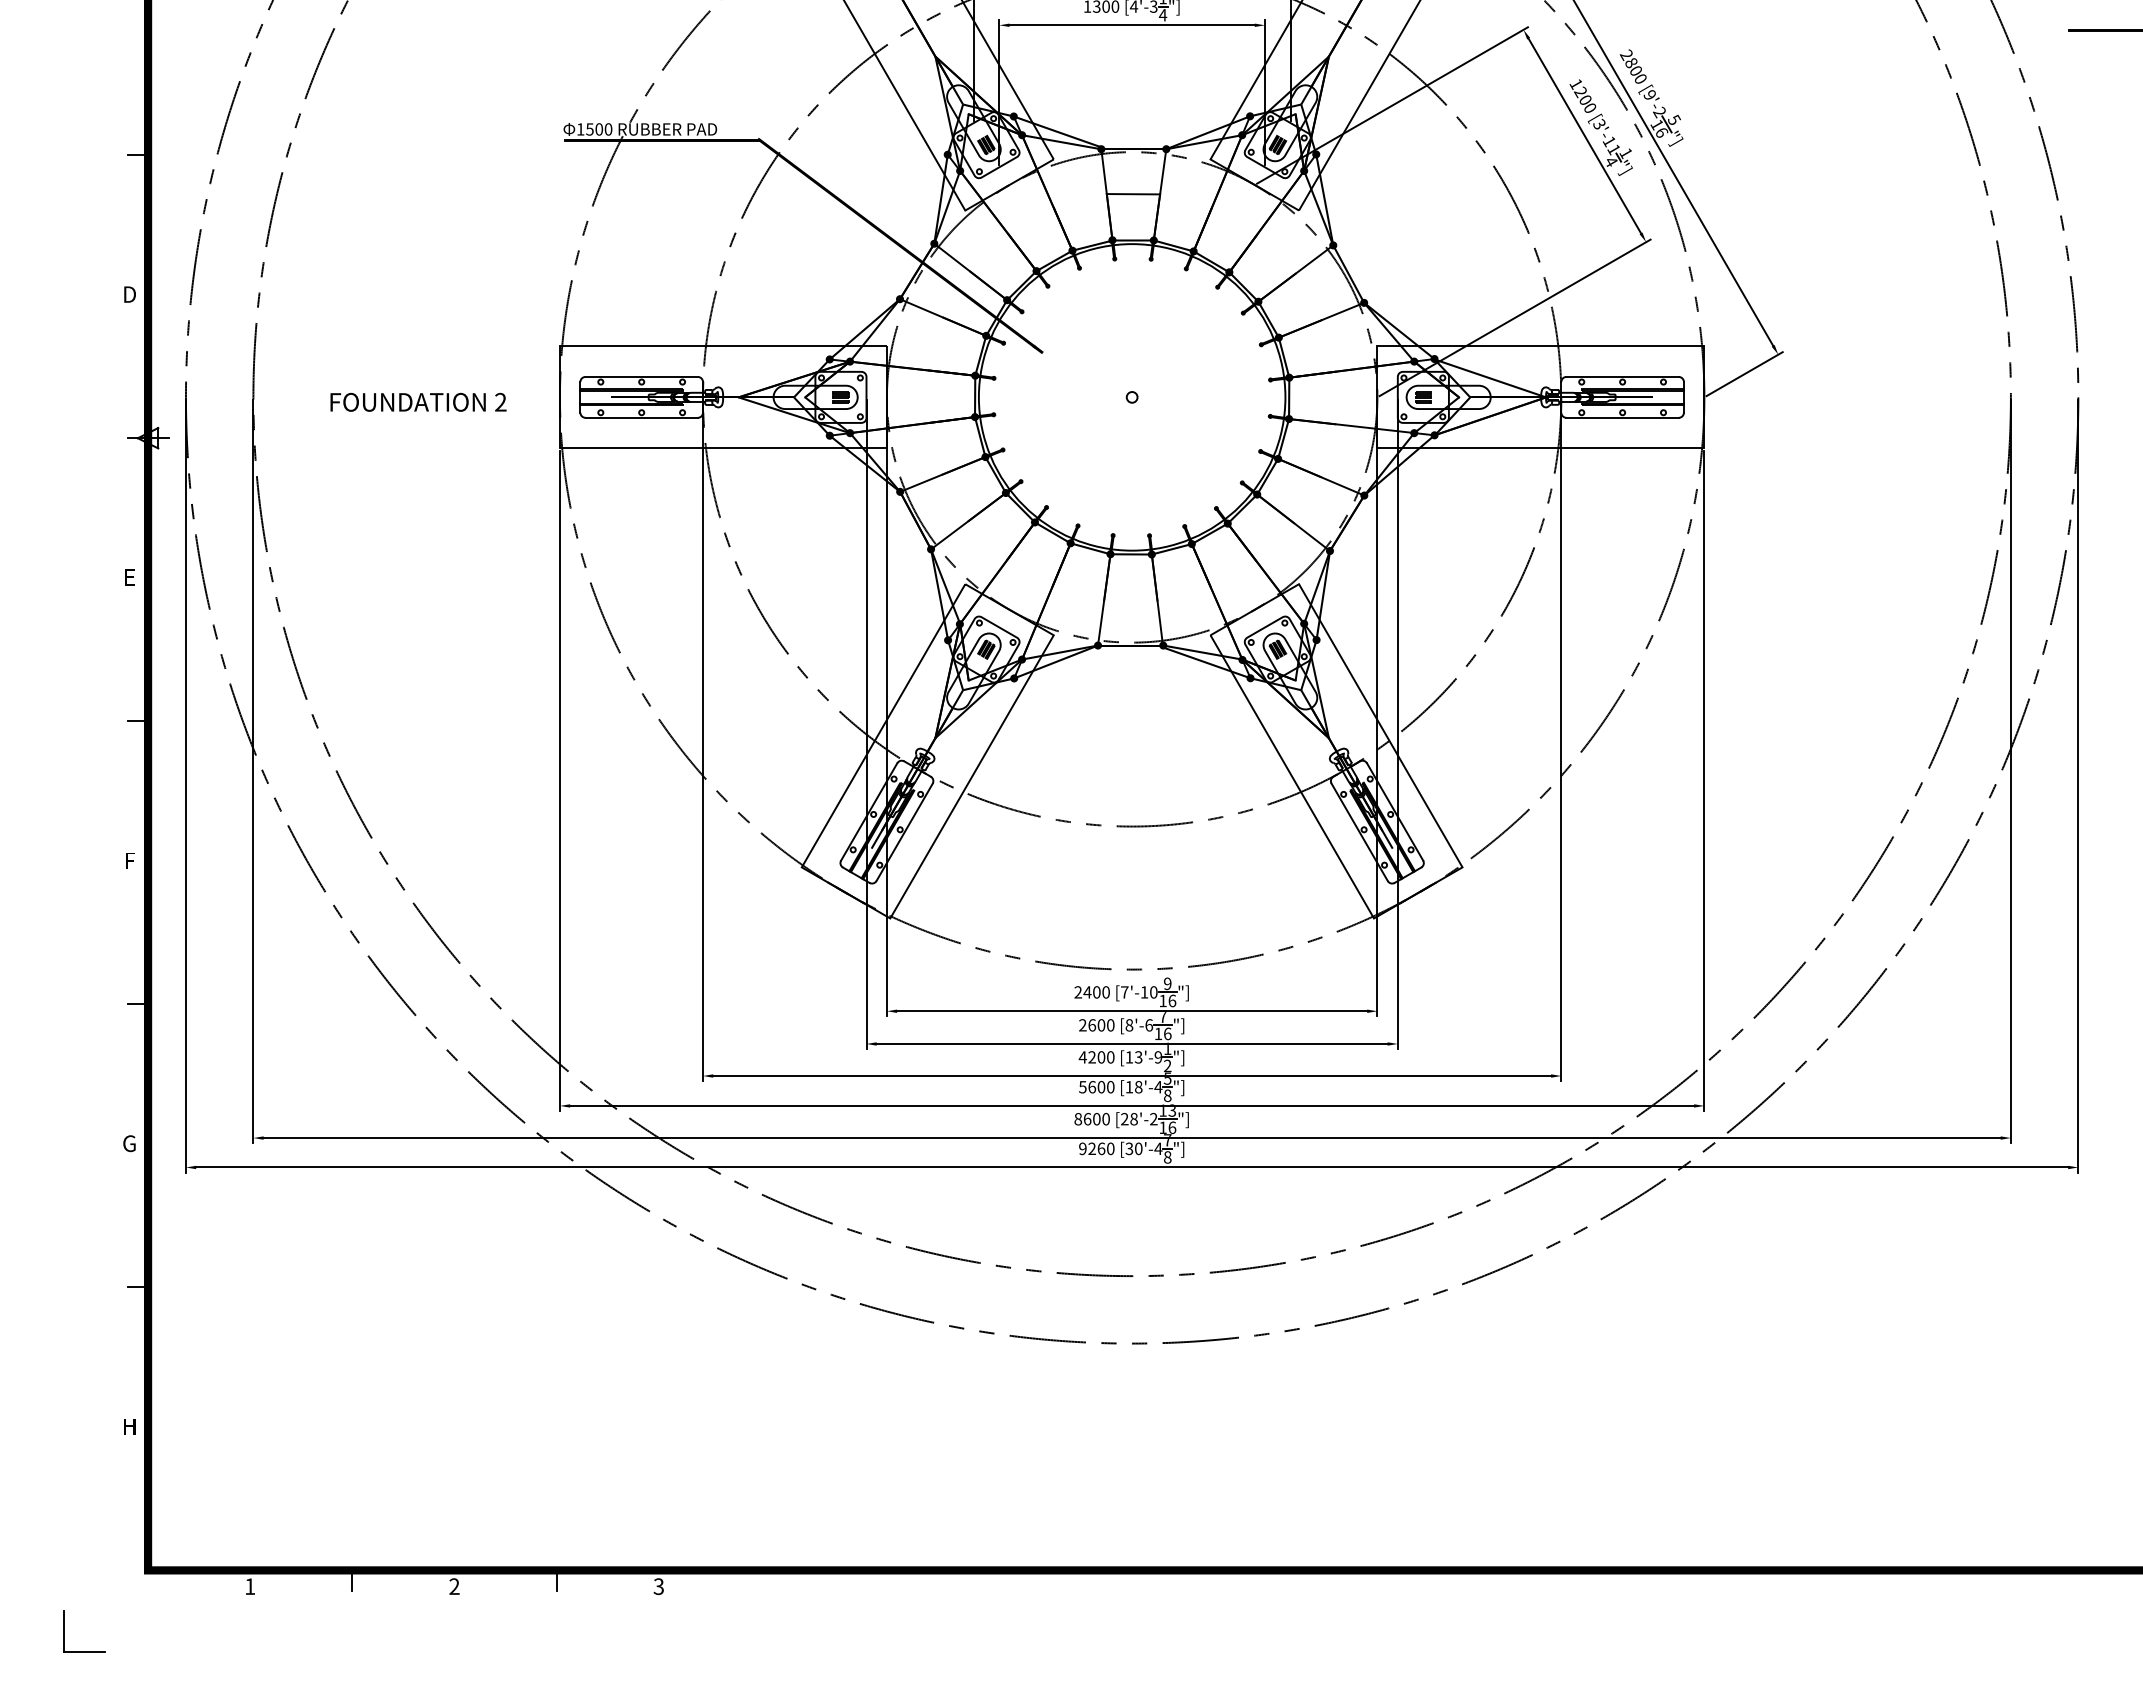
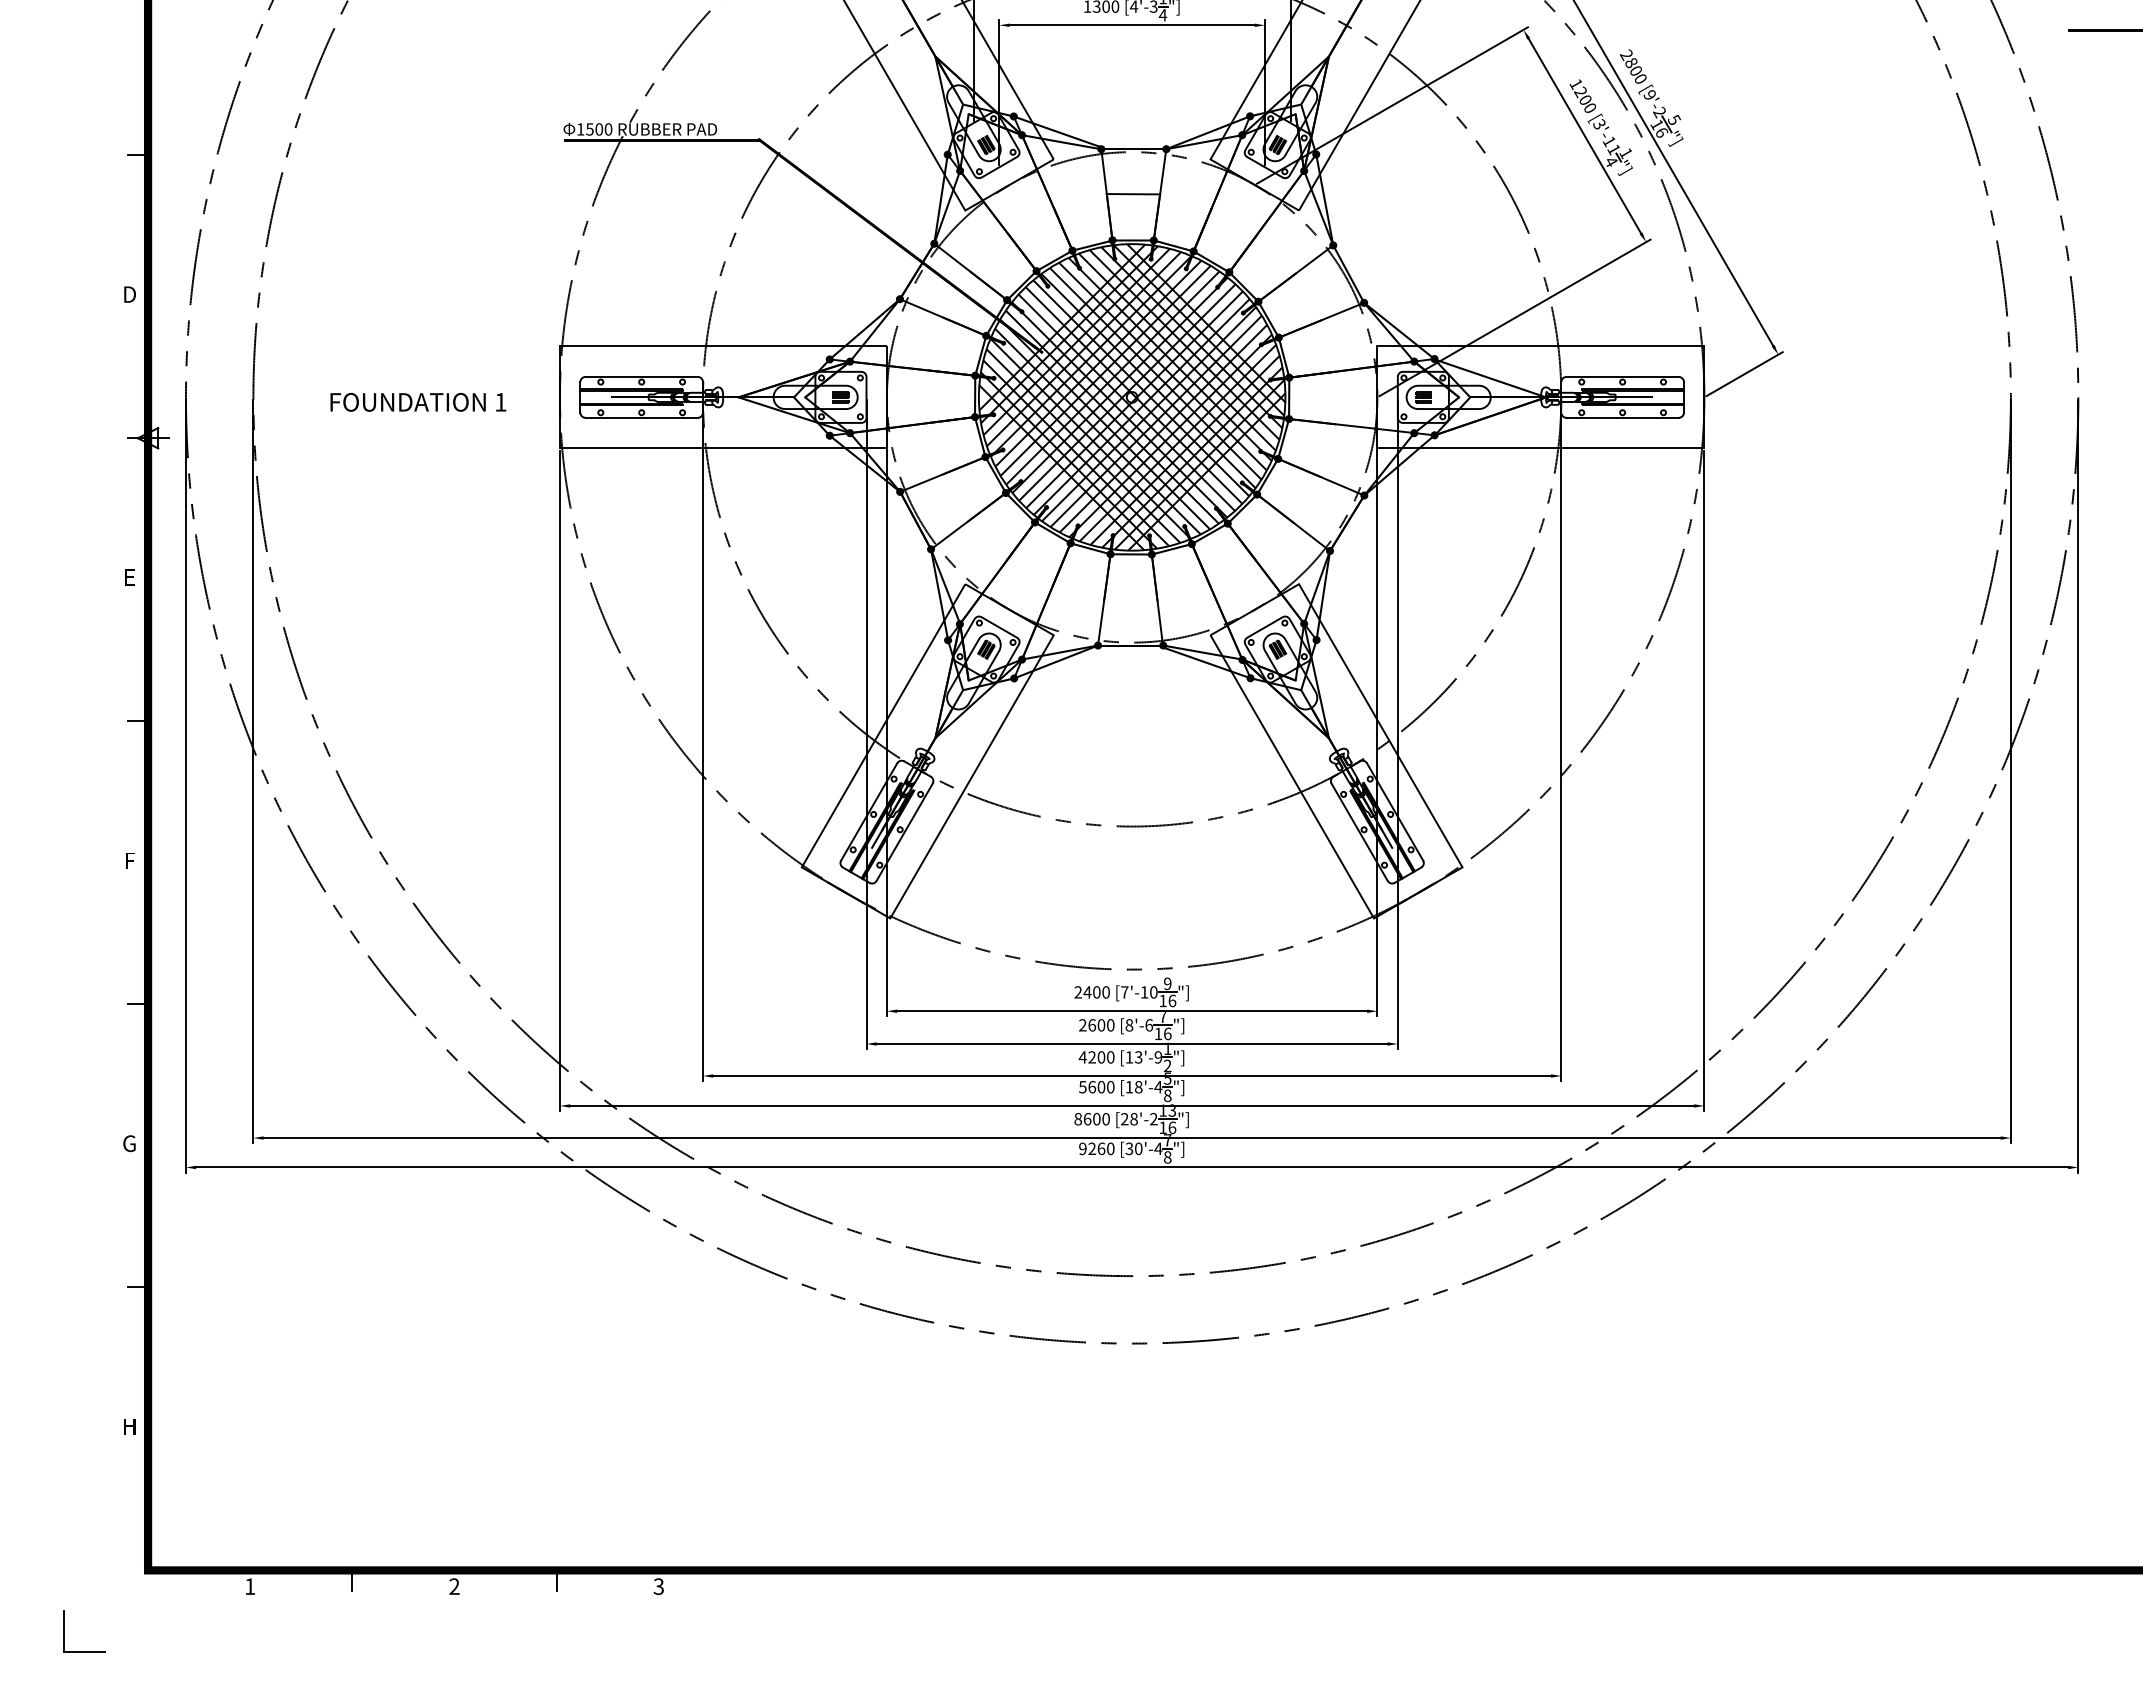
hatch at (1132, 397): none -> present
text at (500, 401): 2 -> 1
